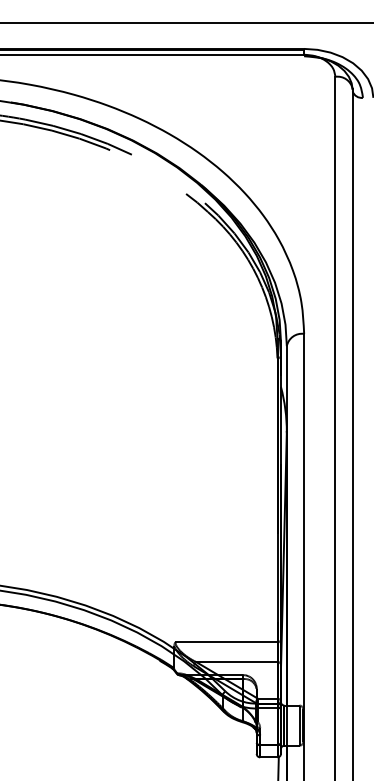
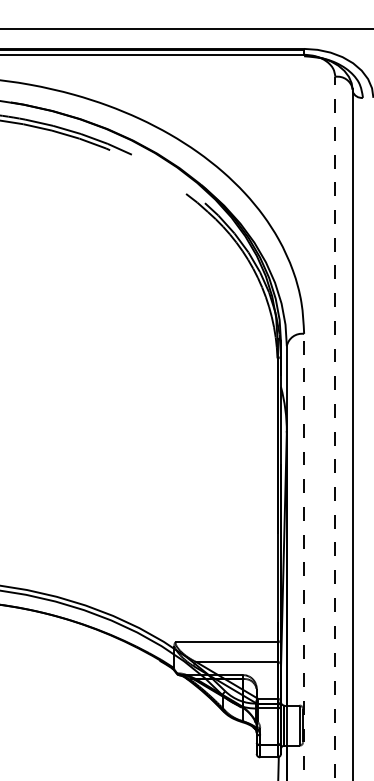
line at (186, 23) position: (186, 23) -> (186, 29)
line at (335, 428): solid -> dashed
line at (304, 556): solid -> dashed
